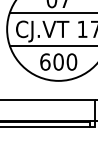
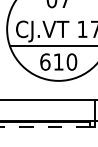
line at (51, 12): present -> none
text at (58, 61): 600 -> 610
line at (45, 126): solid -> dashed
